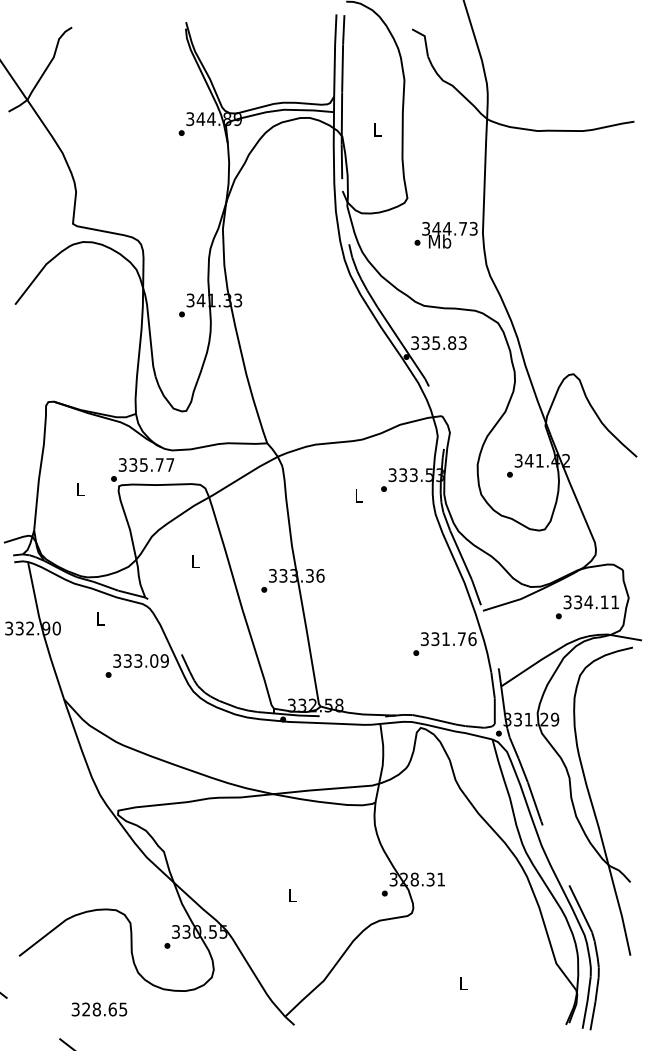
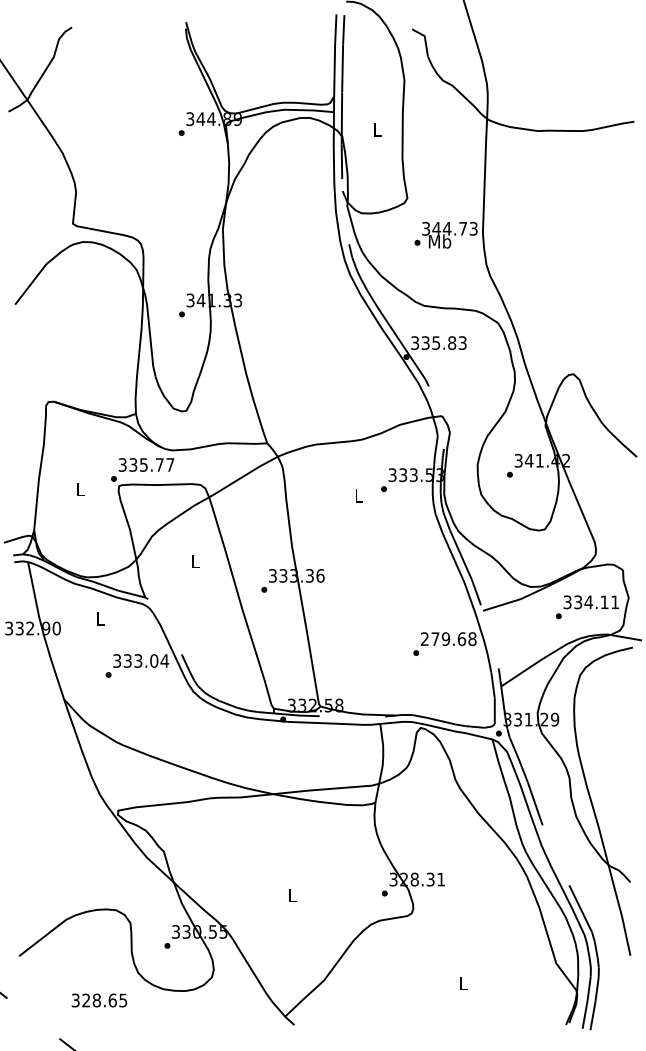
text at (448, 639): 331.76 -> 279.68
text at (164, 660): 333.09 -> 333.04
text at (99, 1009) position: (99, 1009) -> (99, 1000)
